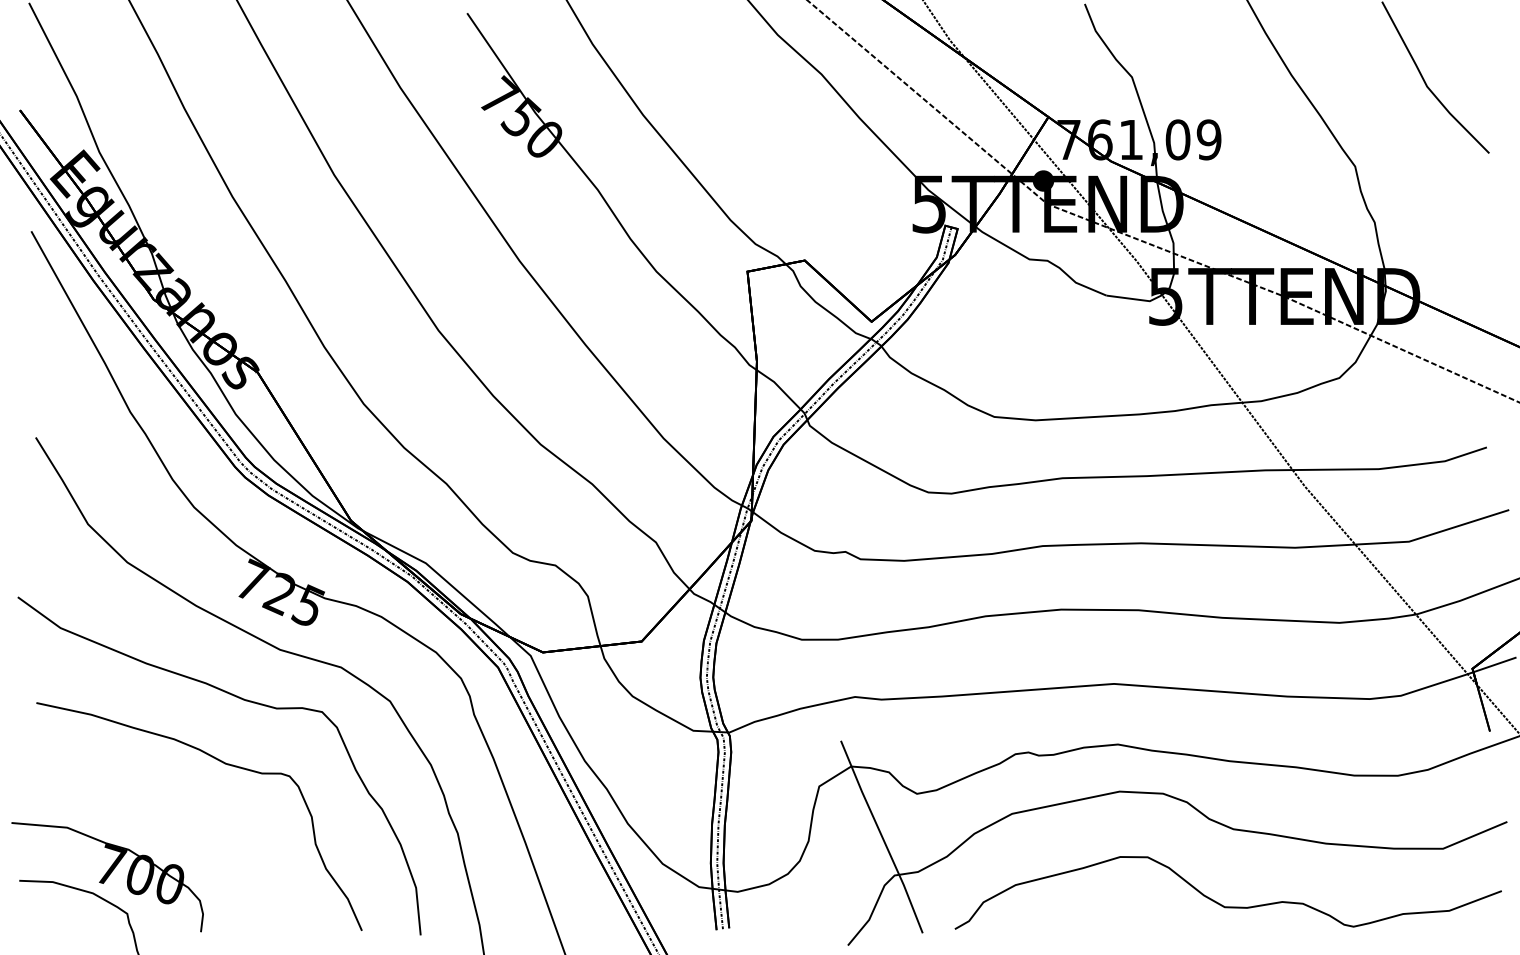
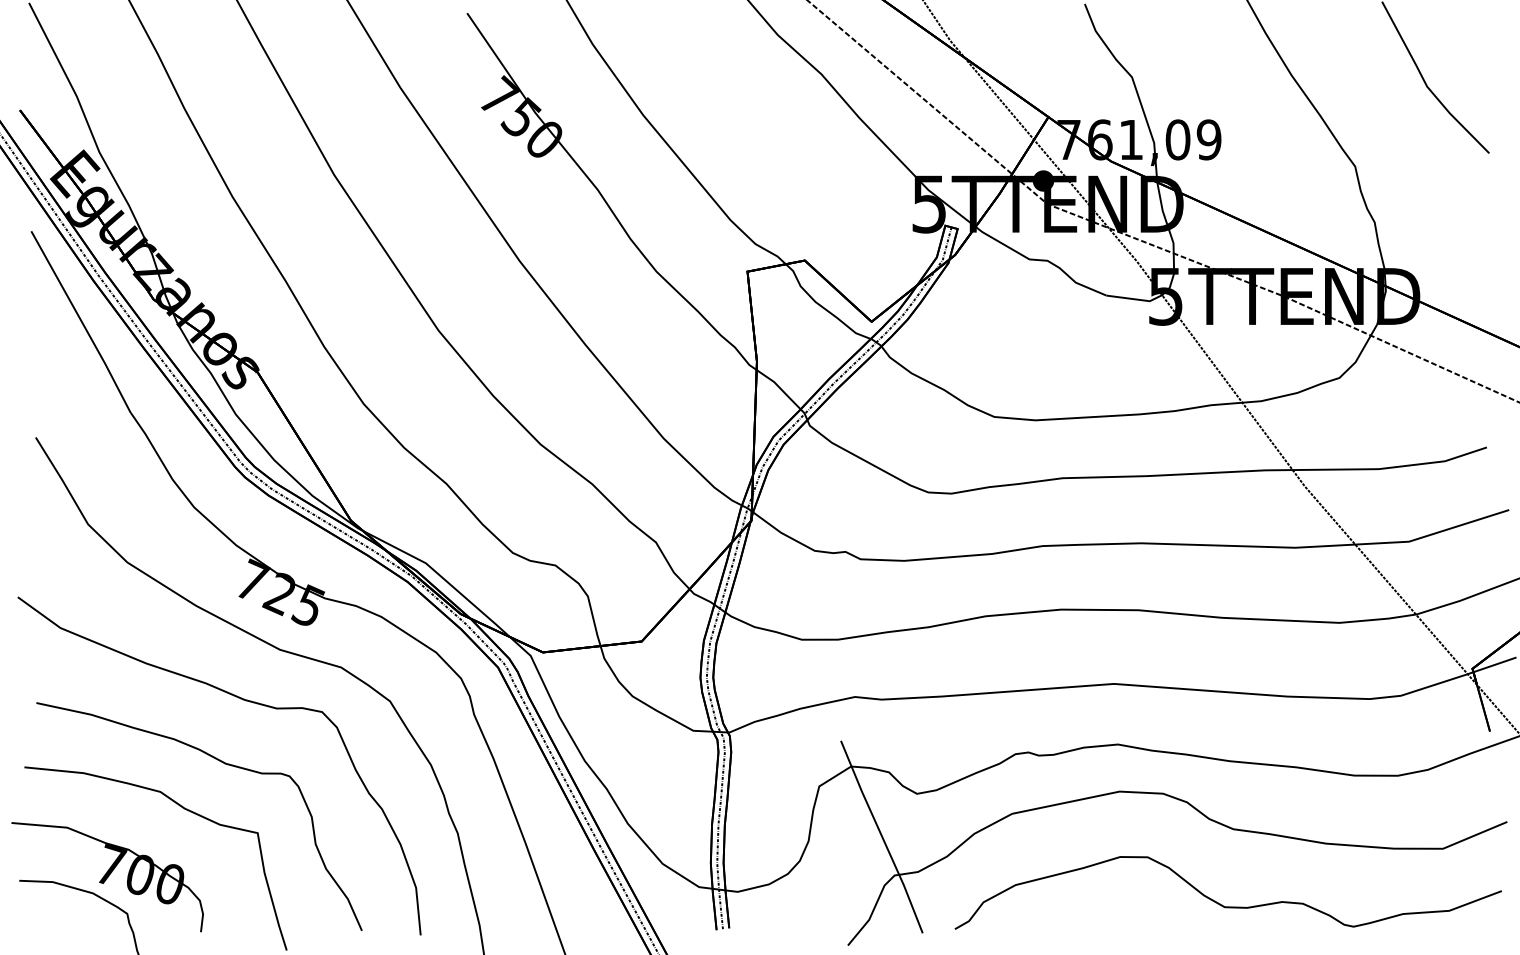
part at (182, 808): none -> present
